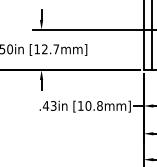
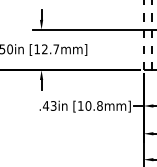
line at (143, 35): solid -> dashed
line at (151, 35): solid -> dashed
